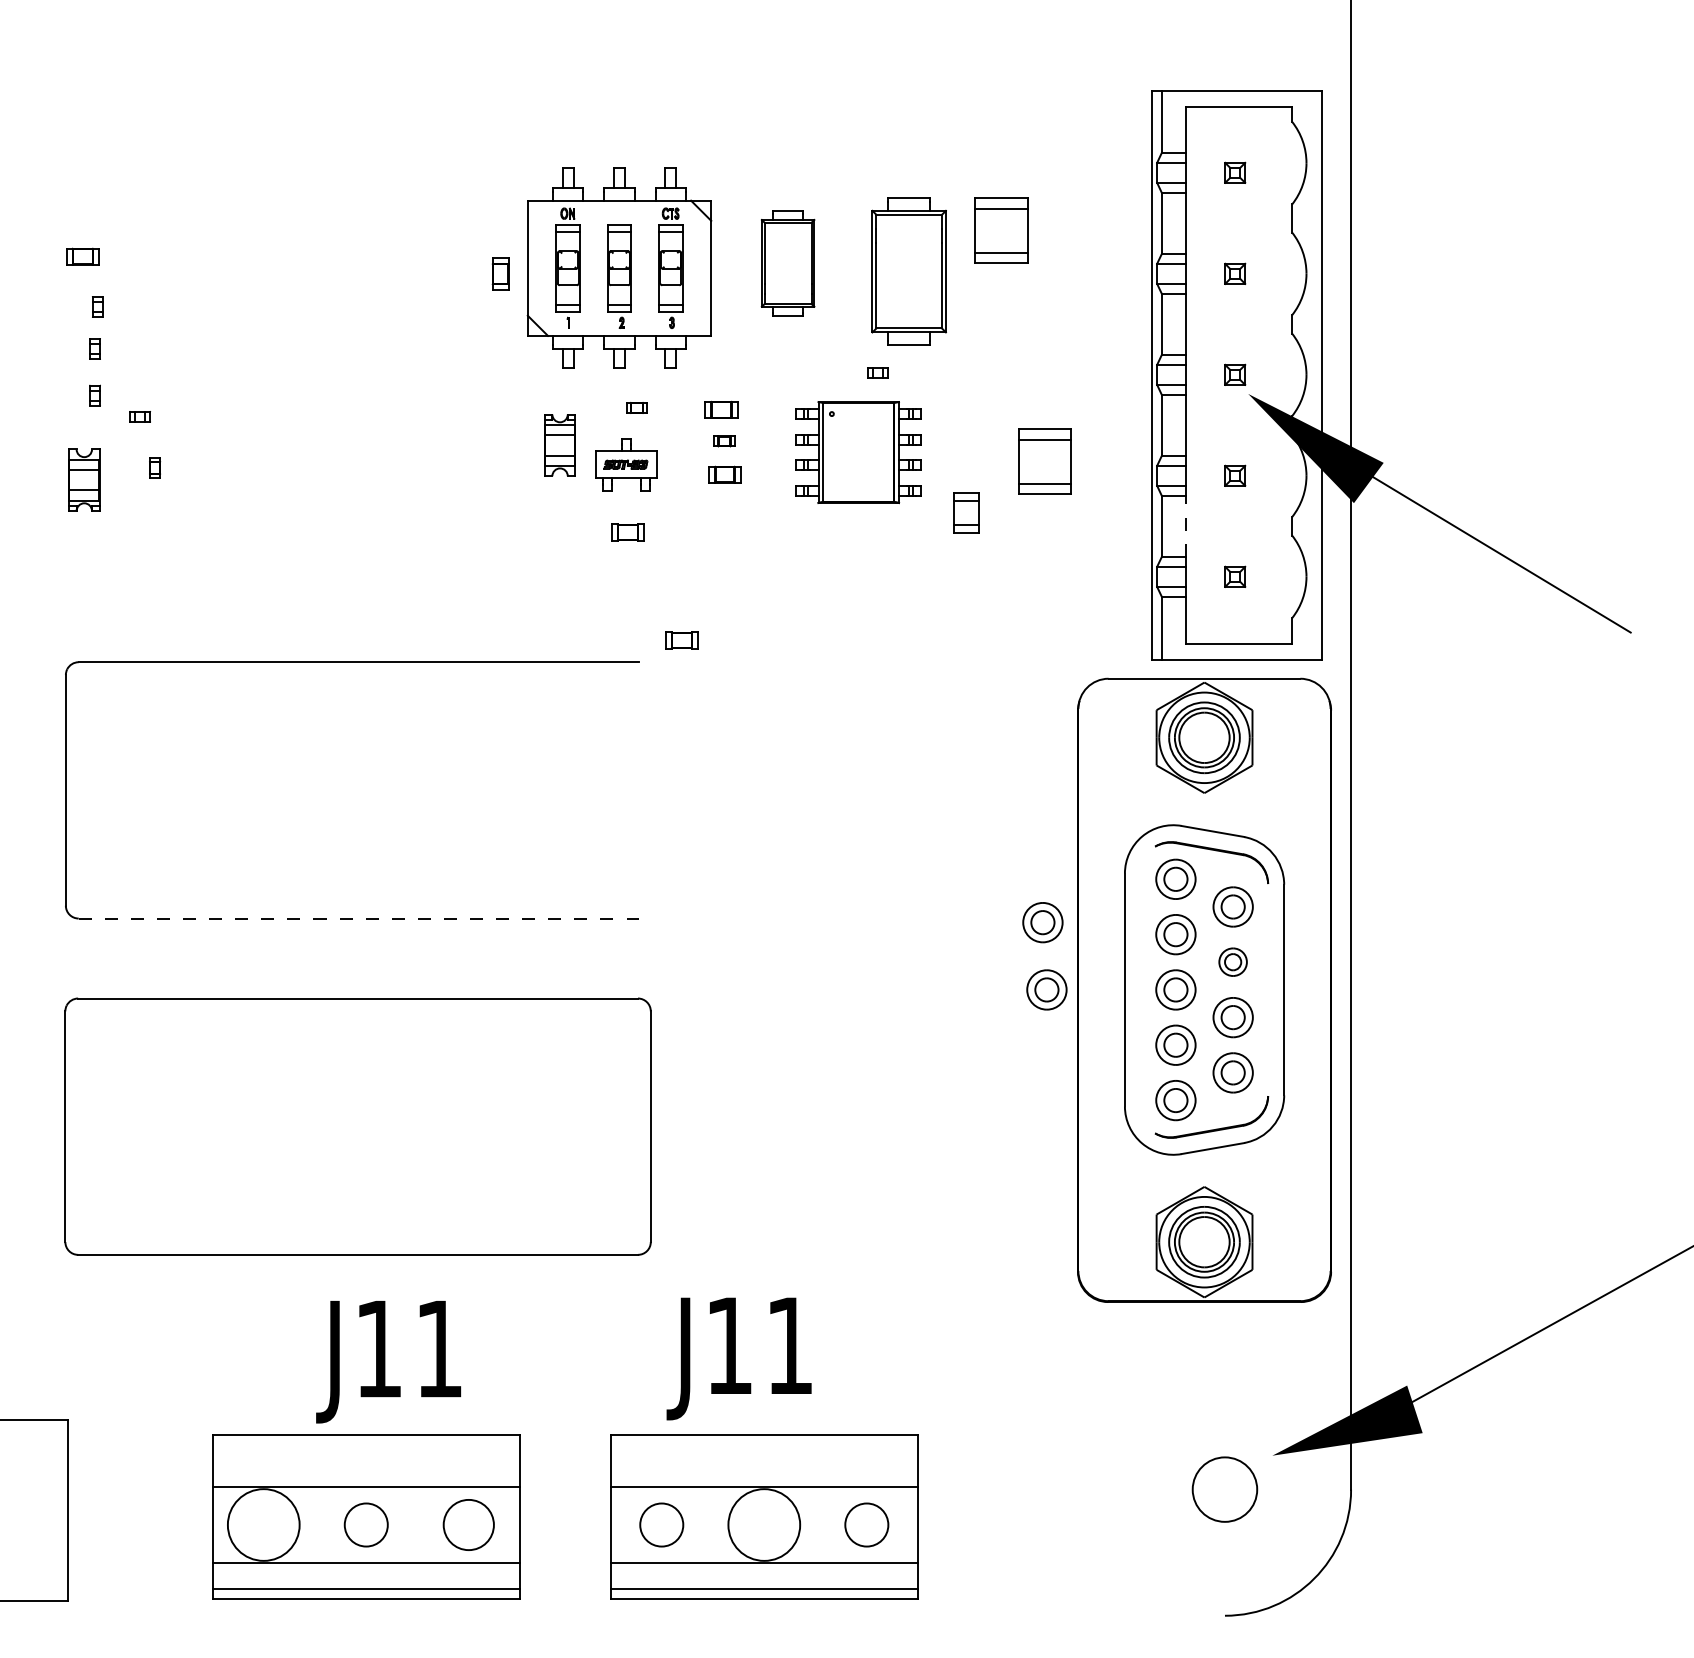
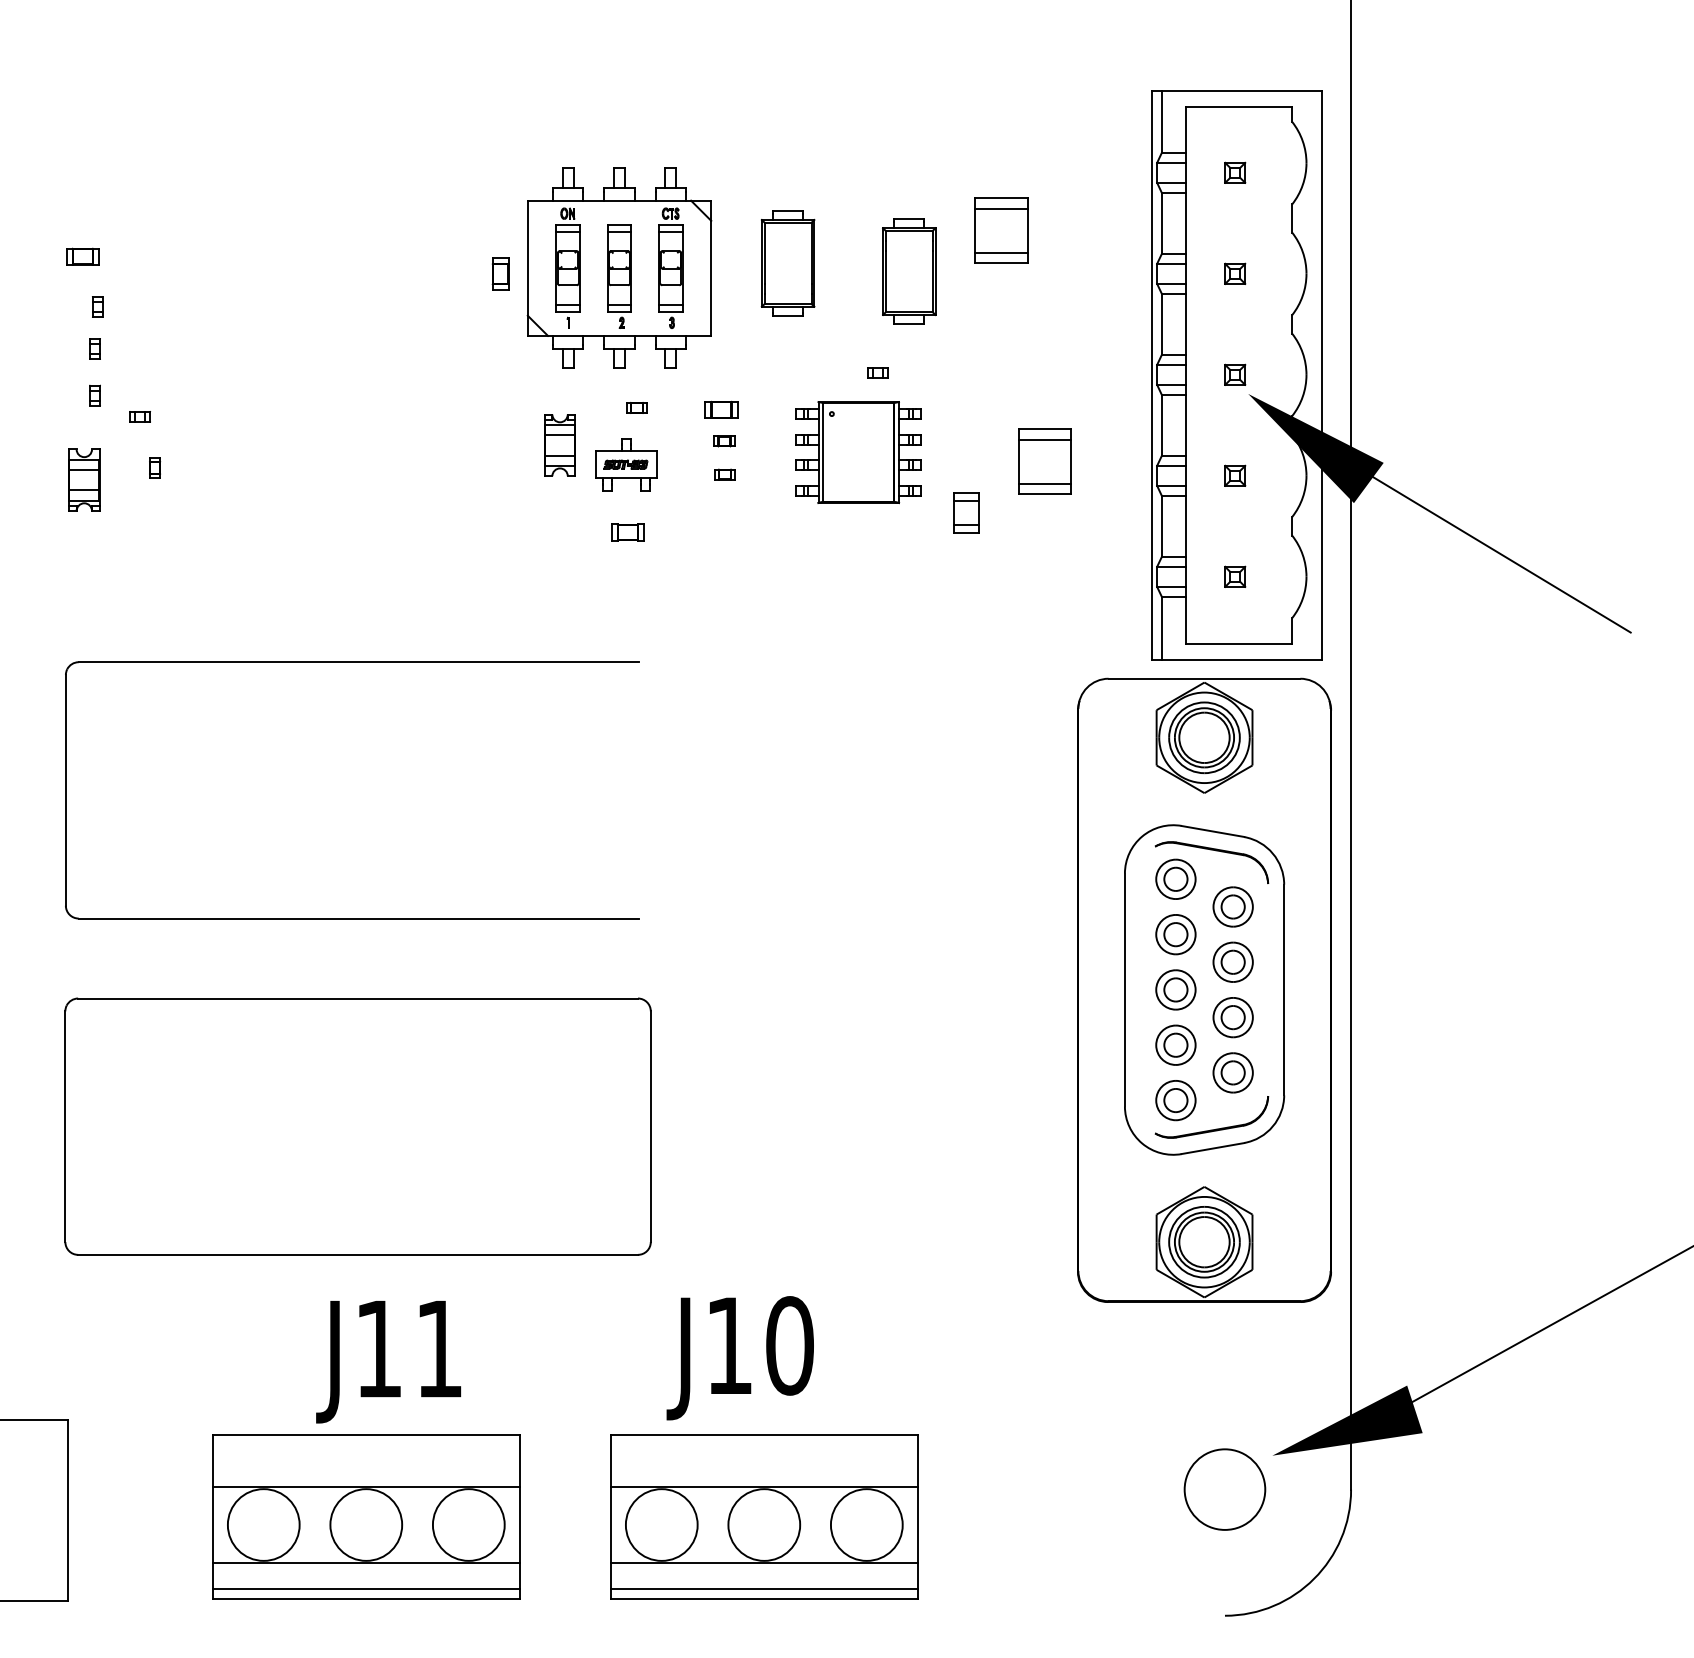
part at (908, 271) size: 76x149 px -> 55x107 px
part at (724, 474) size: 34x19 px -> 22x13 px
line at (1185, 525): dashed -> solid
part at (681, 640): present -> none
line at (358, 918): dashed -> solid
part at (1042, 922): present -> none
part at (1232, 961) size: 30x30 px -> 42x42 px
part at (1046, 989): present -> none
text at (789, 1345): J11 -> J10
circle at (1224, 1489) diameter: 64 px -> 81 px
circle at (365, 1524) diameter: 43 px -> 72 px
circle at (468, 1524) diameter: 50 px -> 72 px
circle at (661, 1524) diameter: 43 px -> 72 px
circle at (866, 1524) diameter: 43 px -> 72 px
